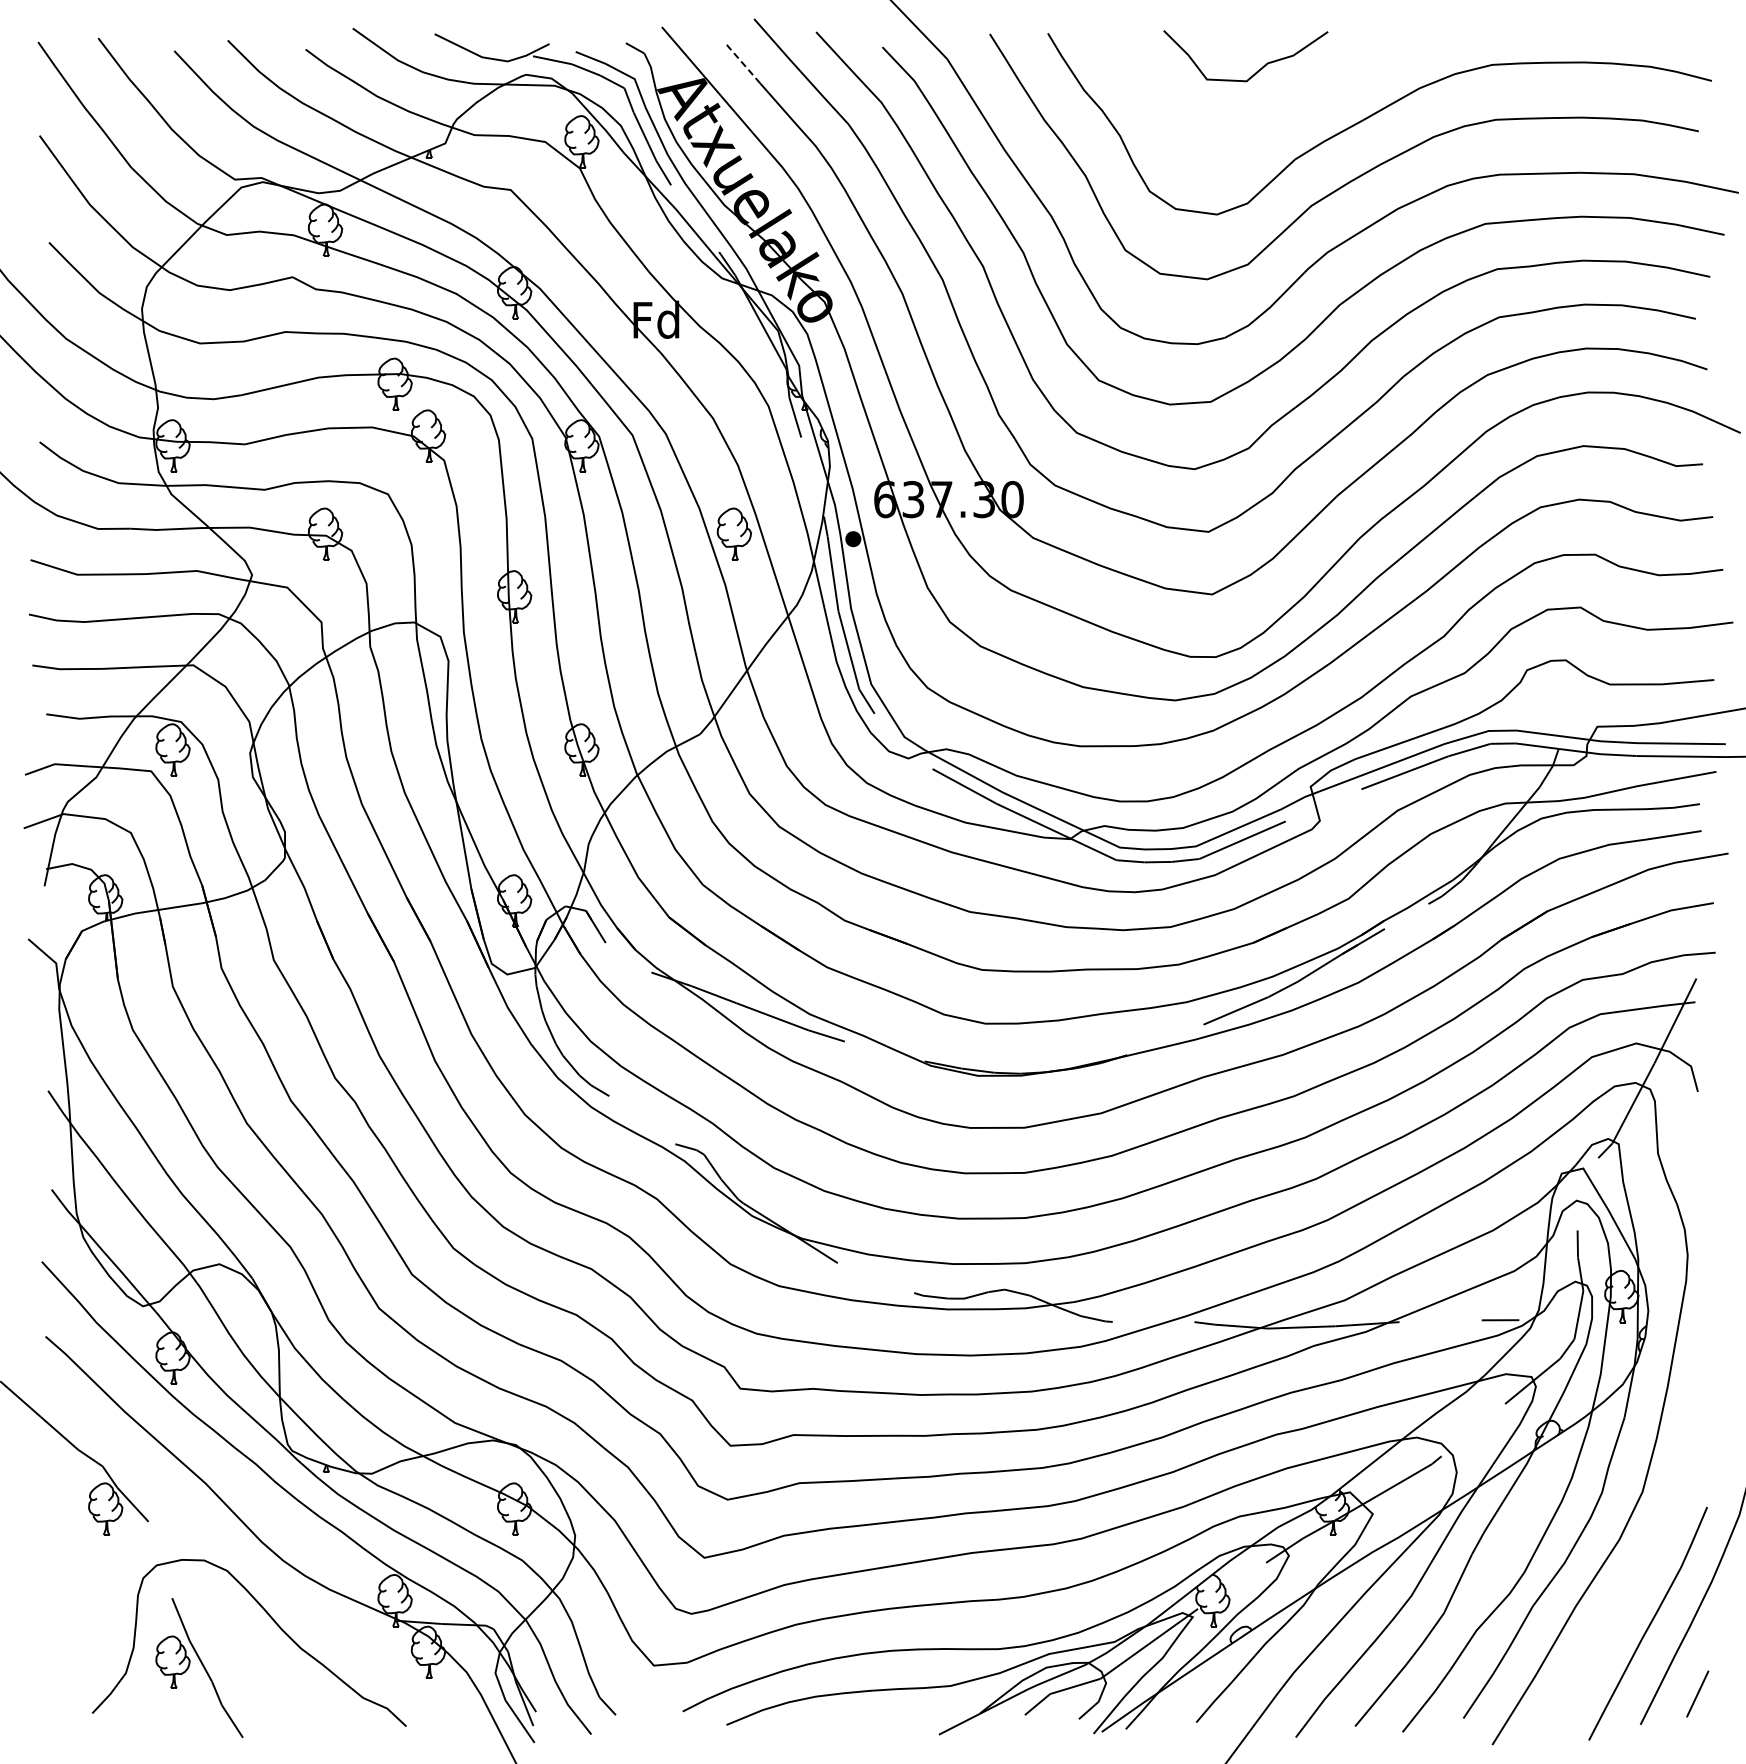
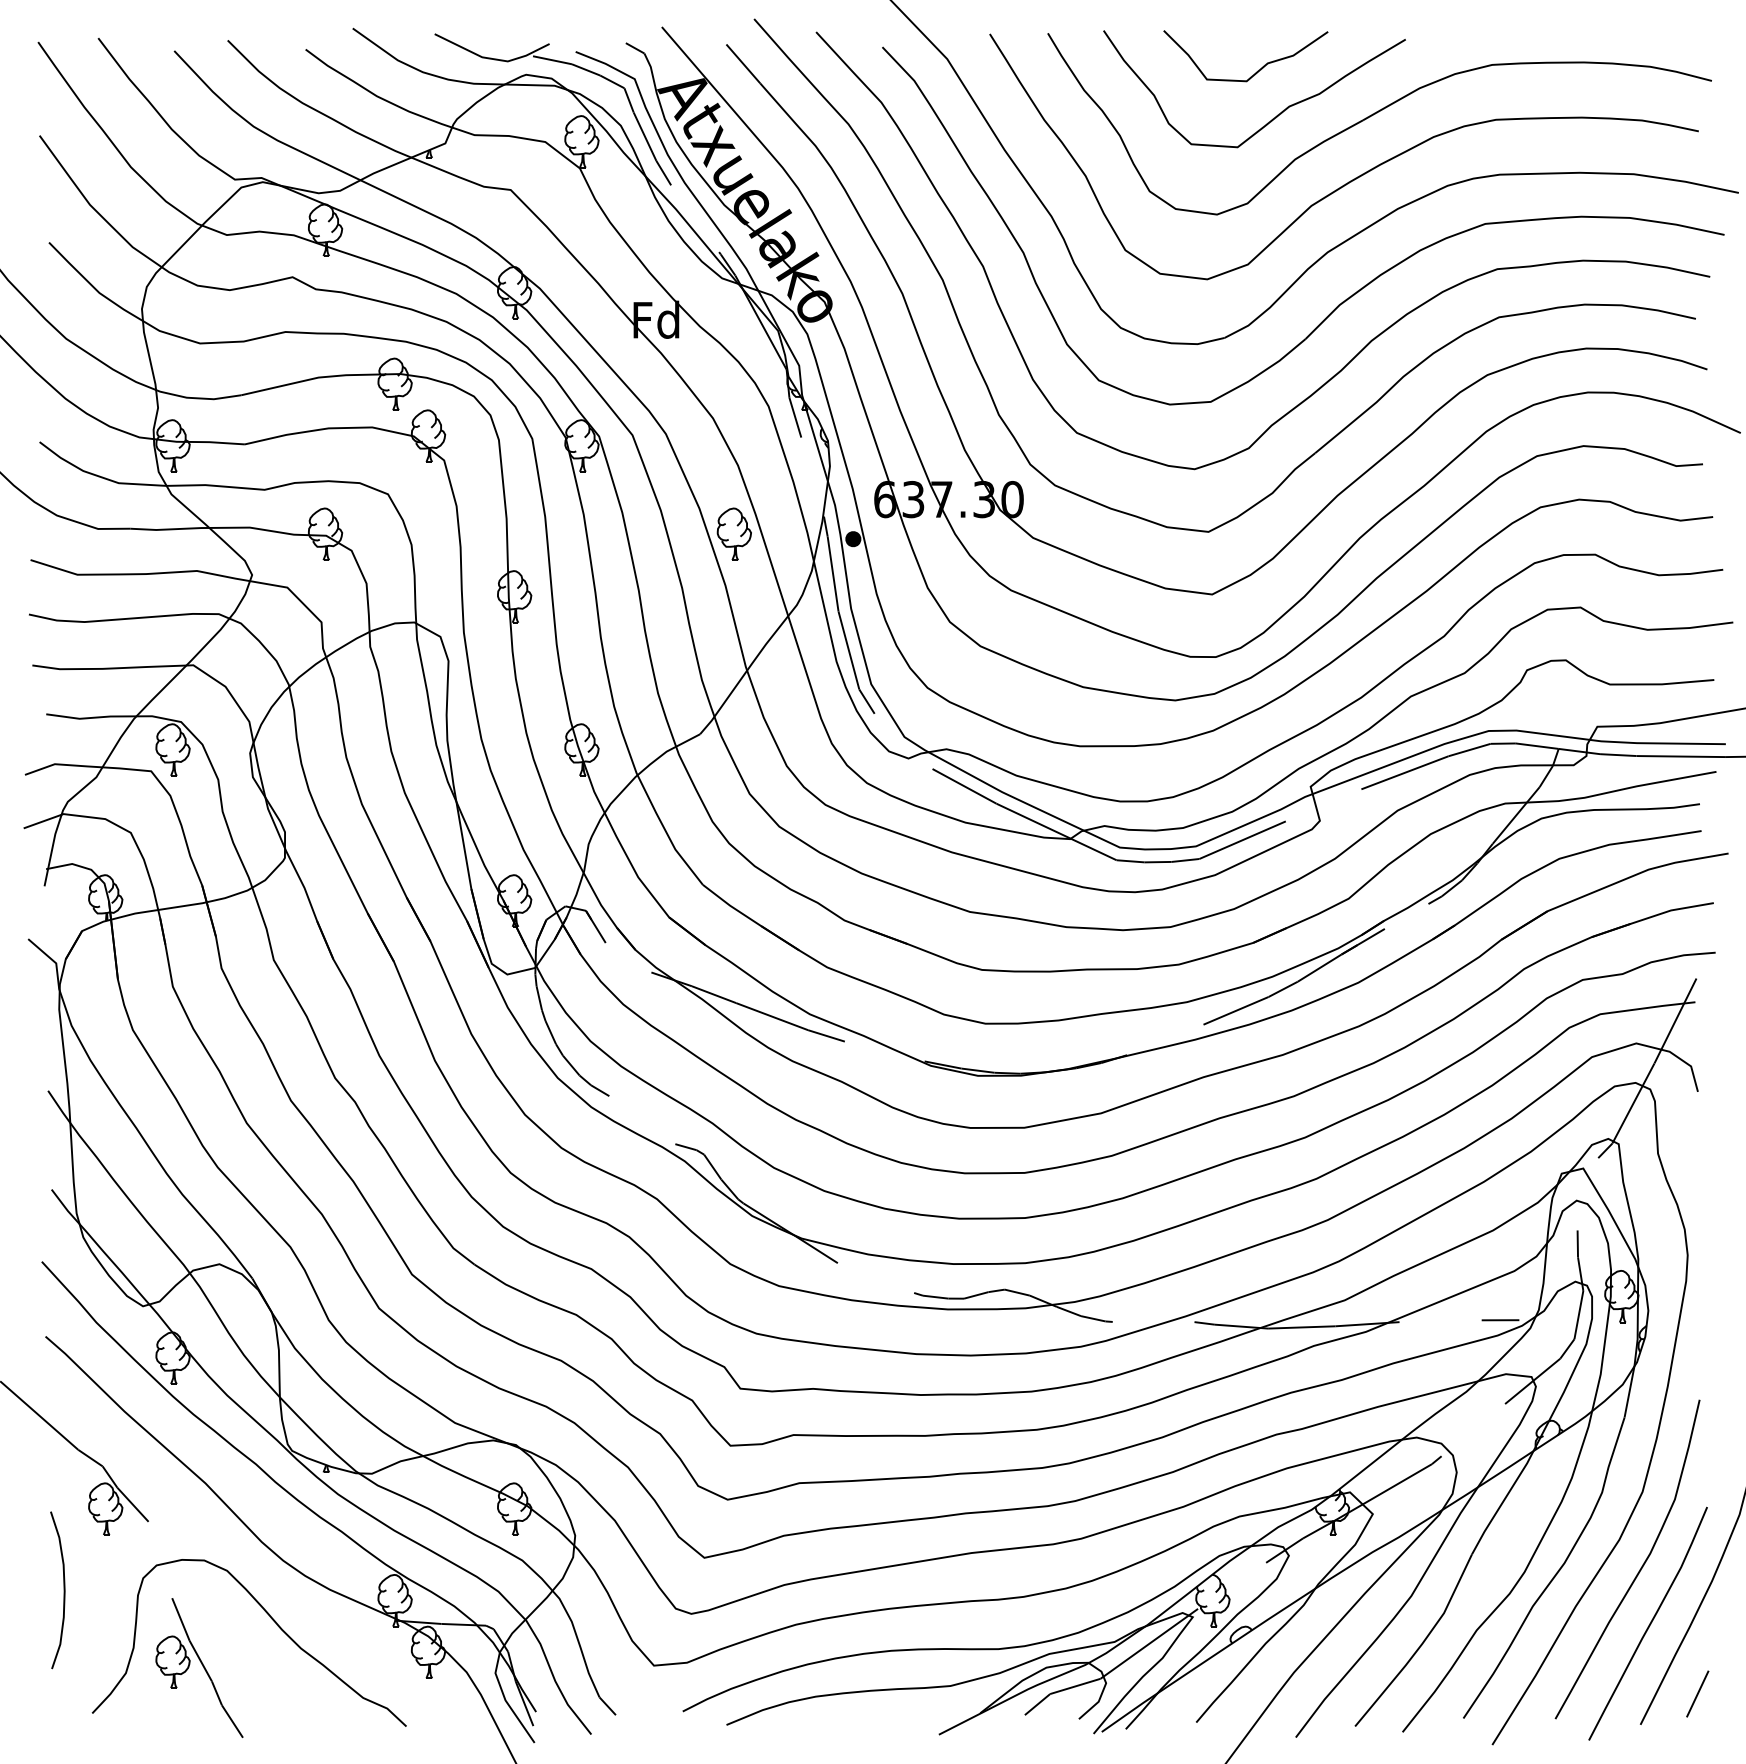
line at (743, 63): dashed -> solid
curve at (1277, 114): none -> present
curve at (1640, 1567): none -> present
curve at (63, 1590): none -> present
